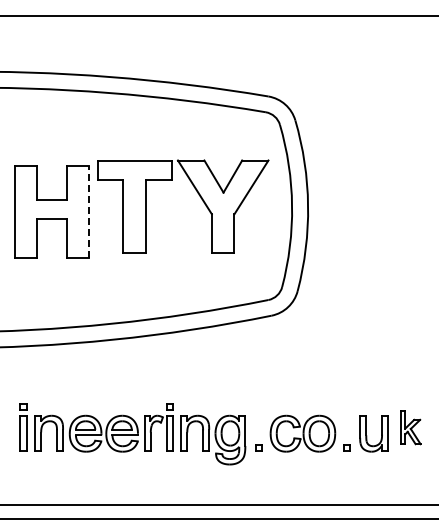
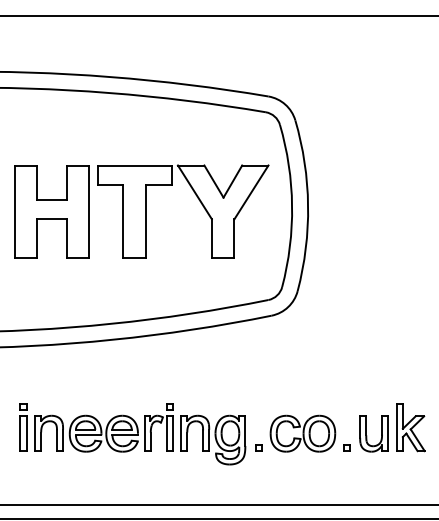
part at (198, 195) position: (198, 195) -> (198, 200)
line at (89, 211): dashed -> solid
part at (410, 427) size: 22x36 px -> 30x50 px
